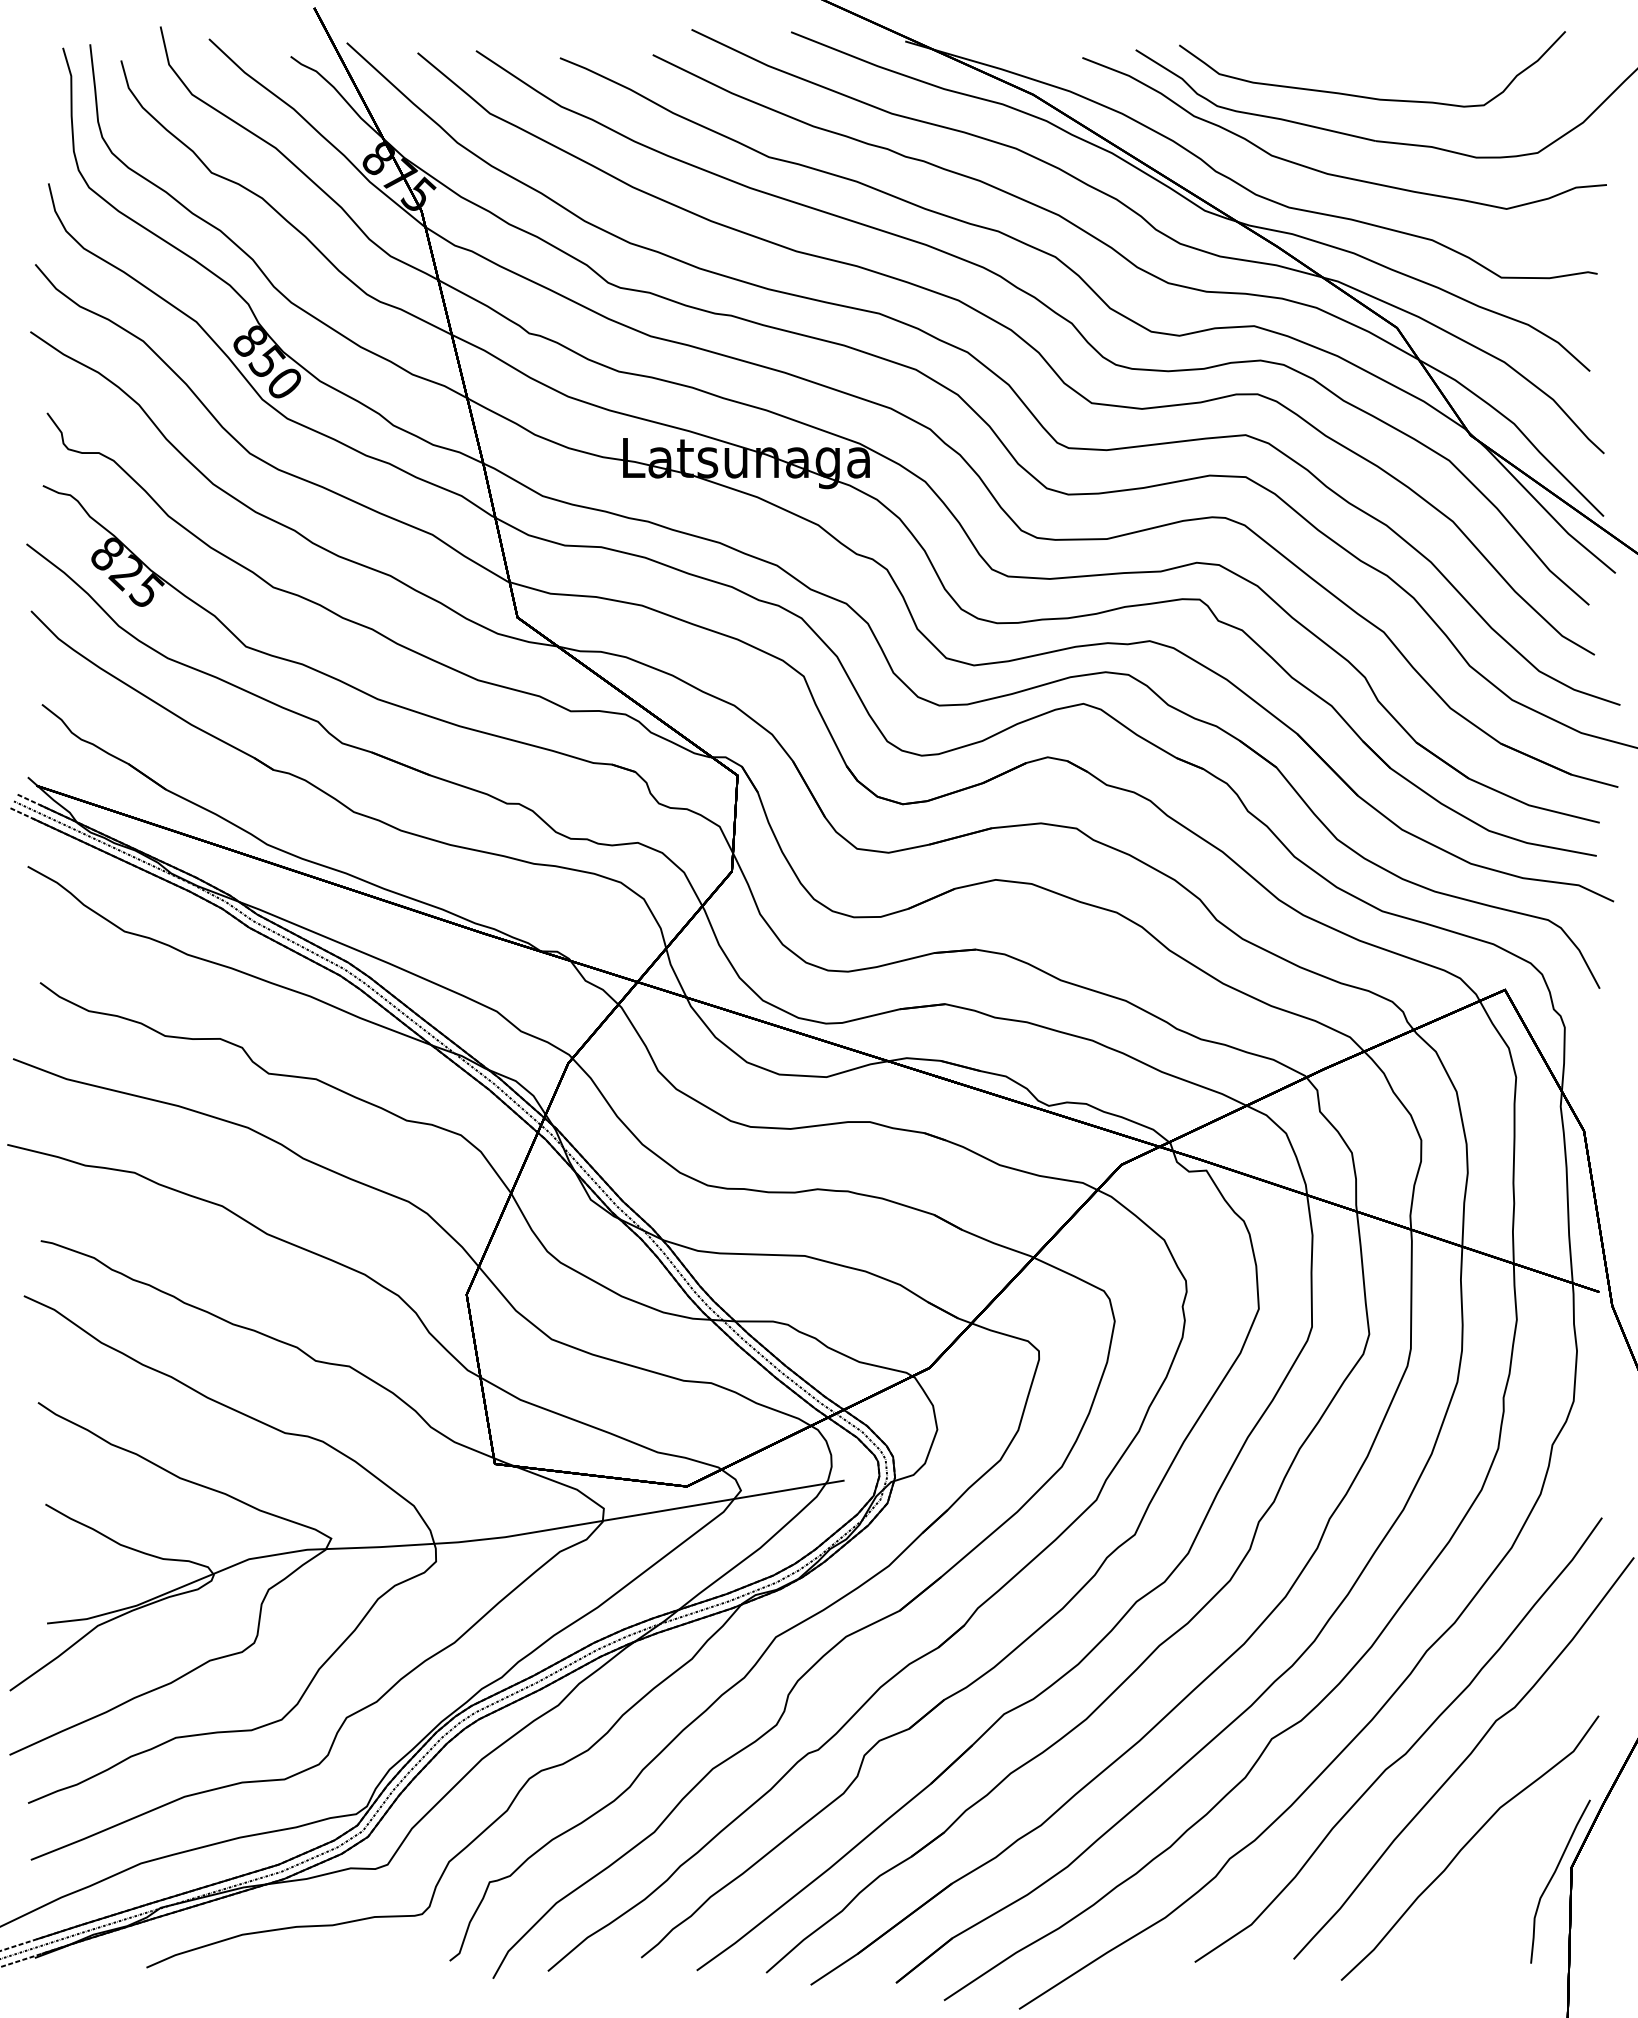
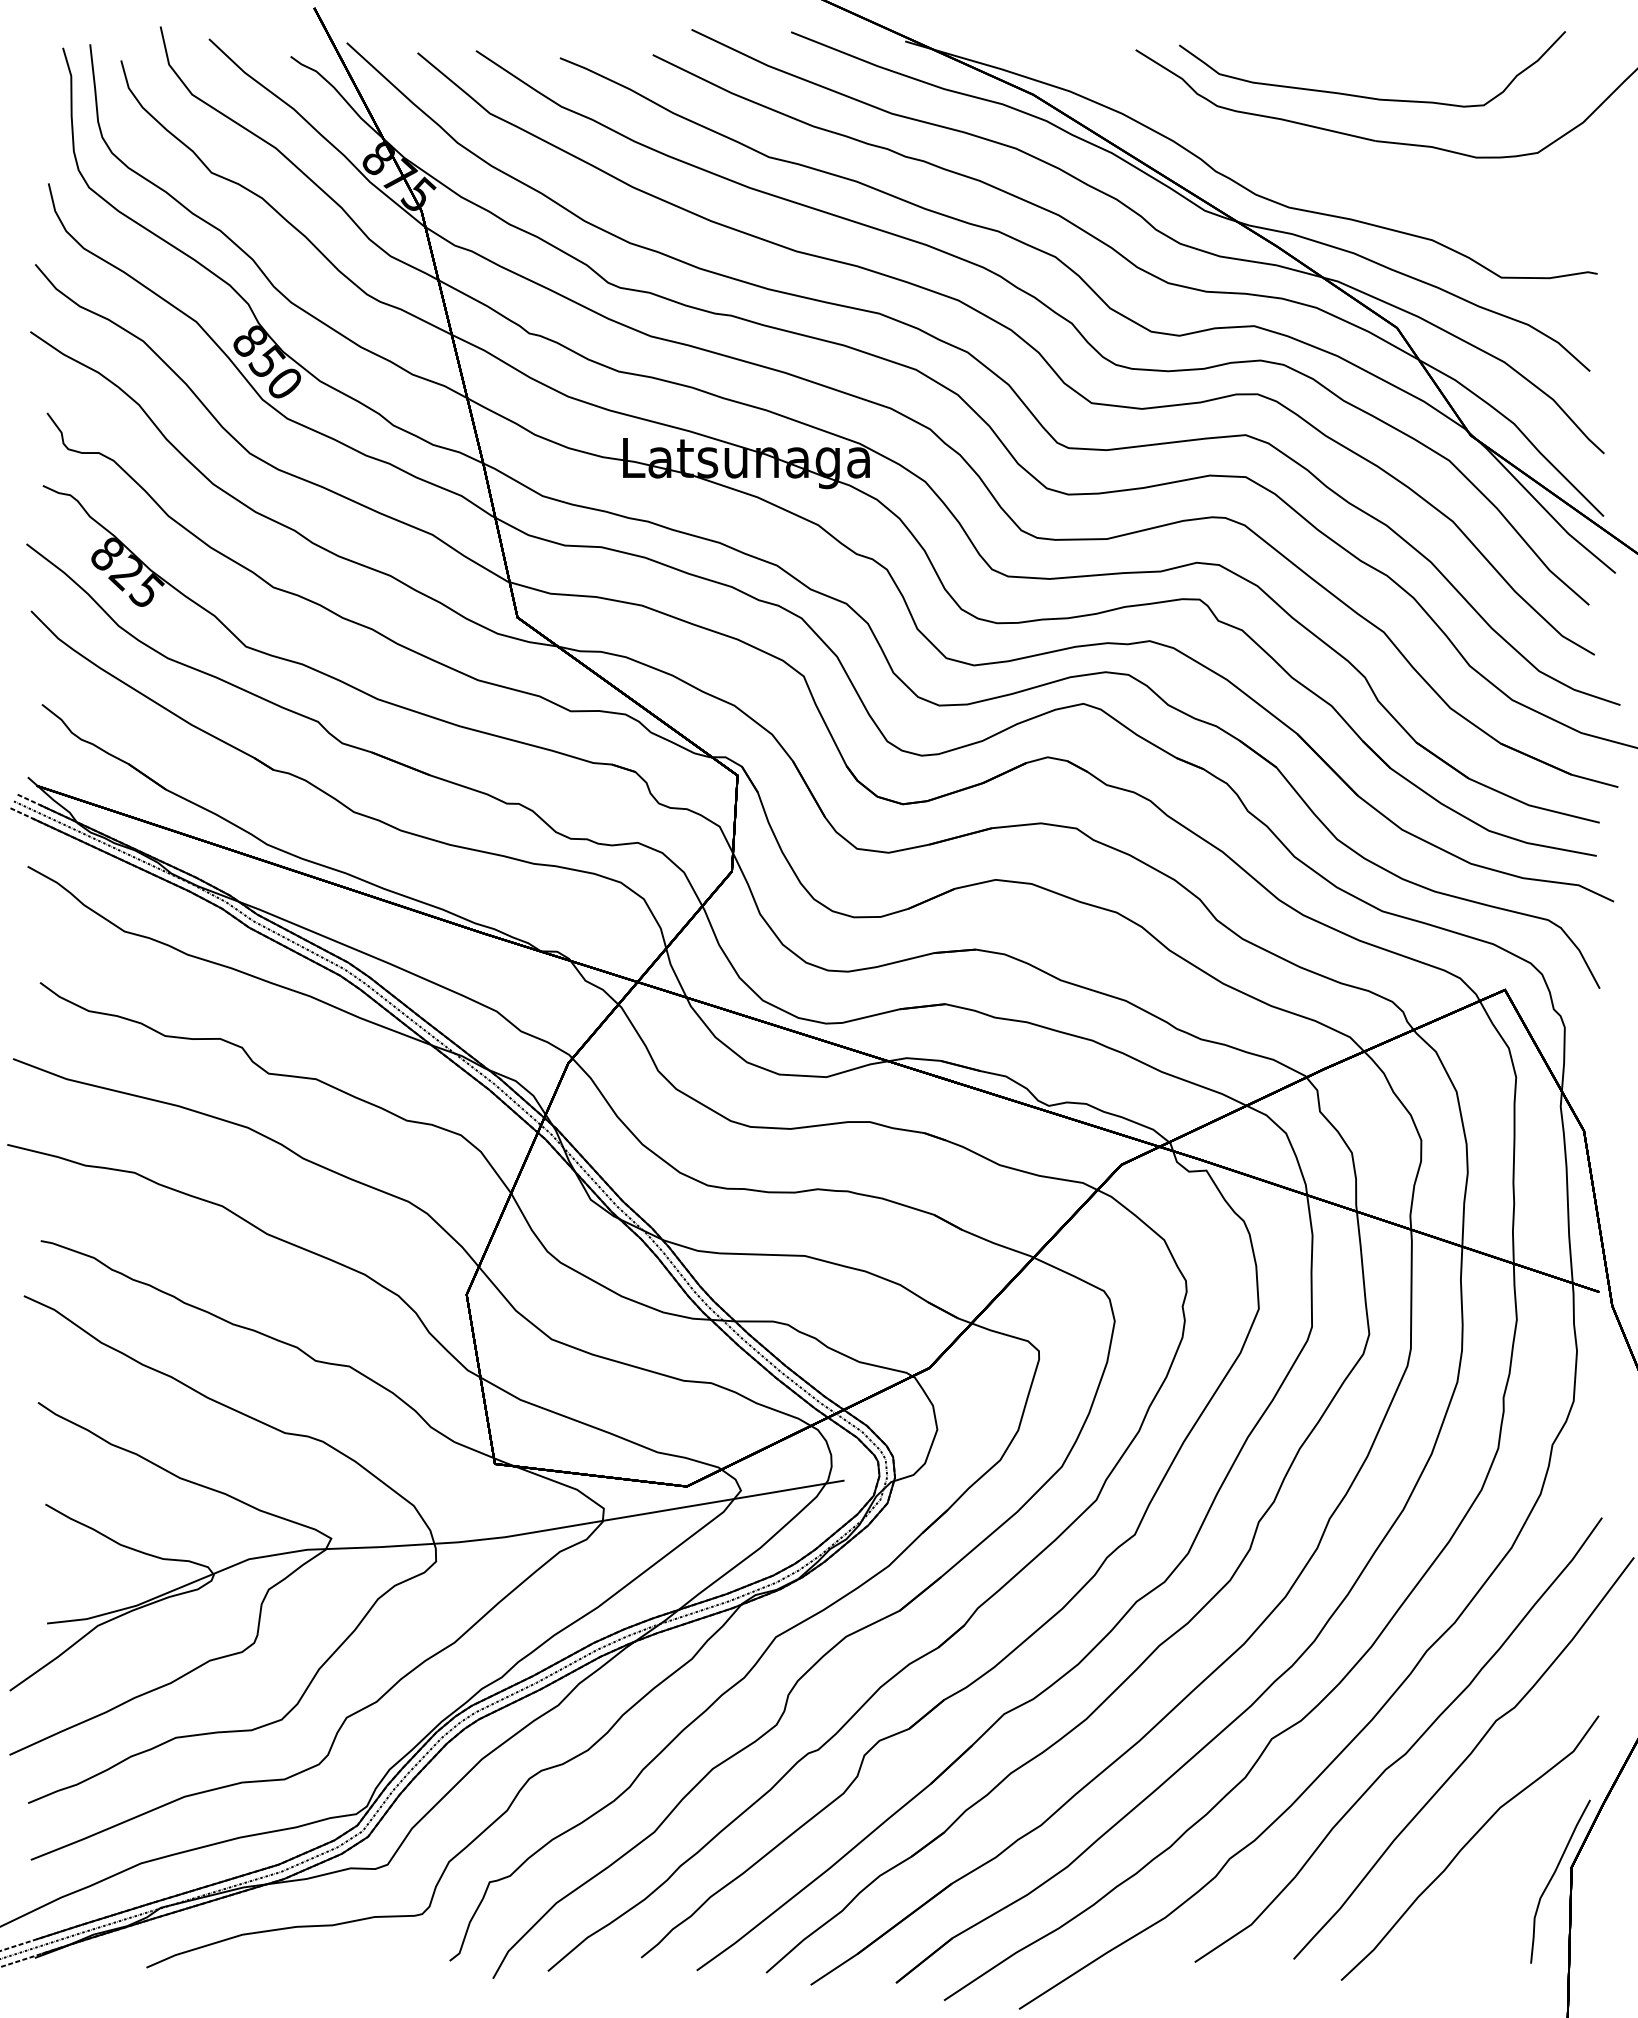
curve at (1336, 174): present -> none
